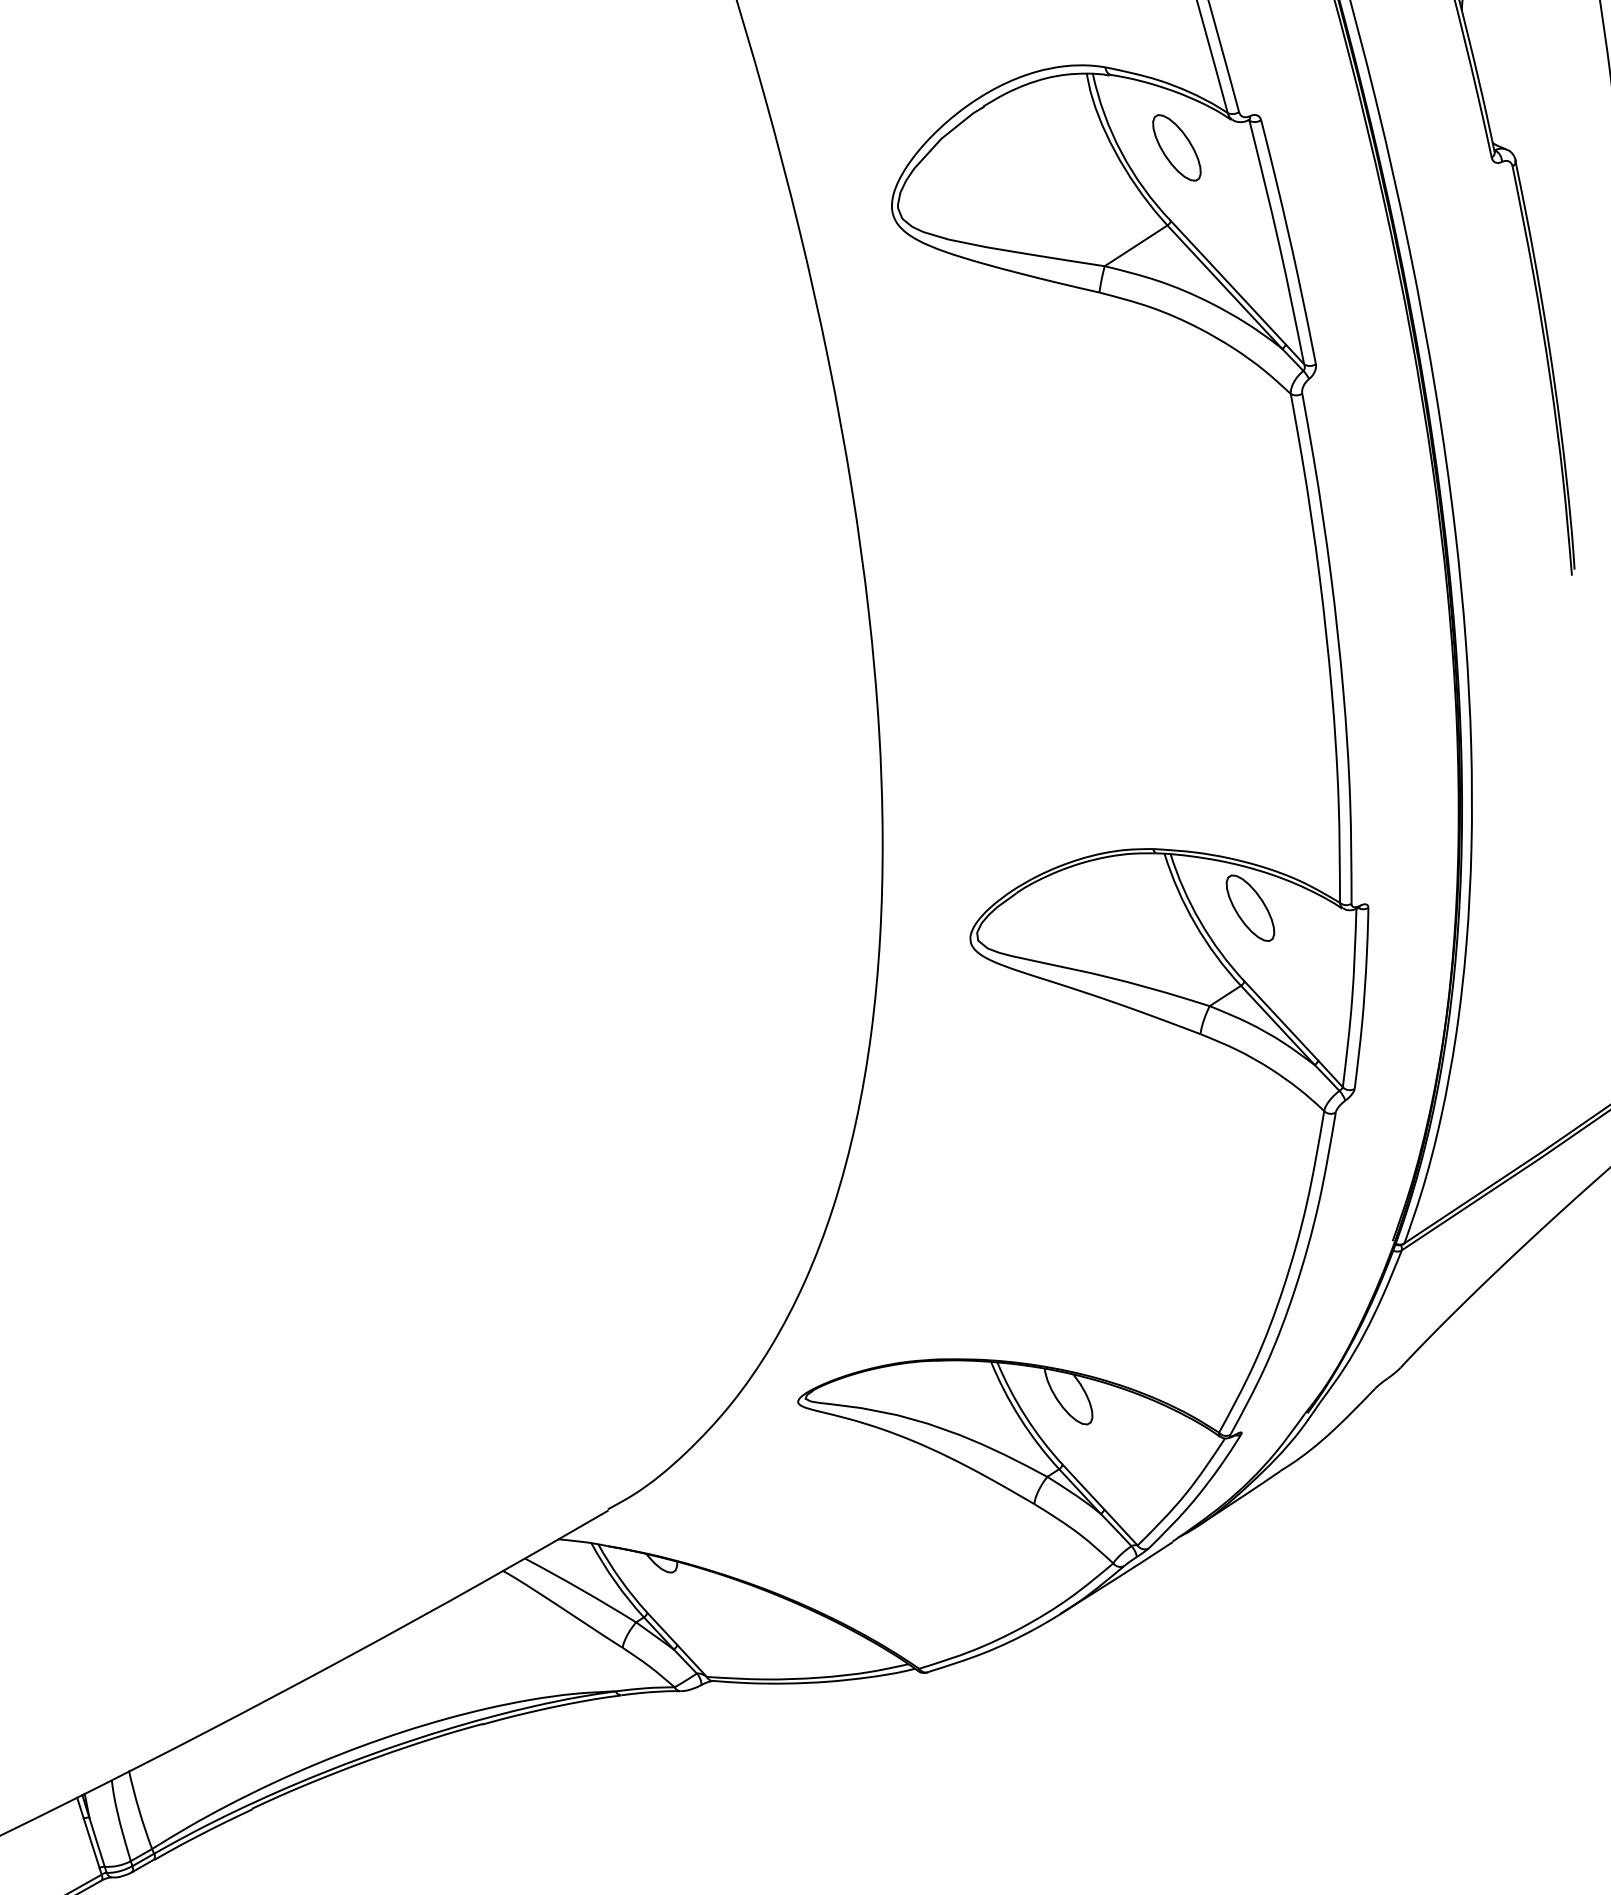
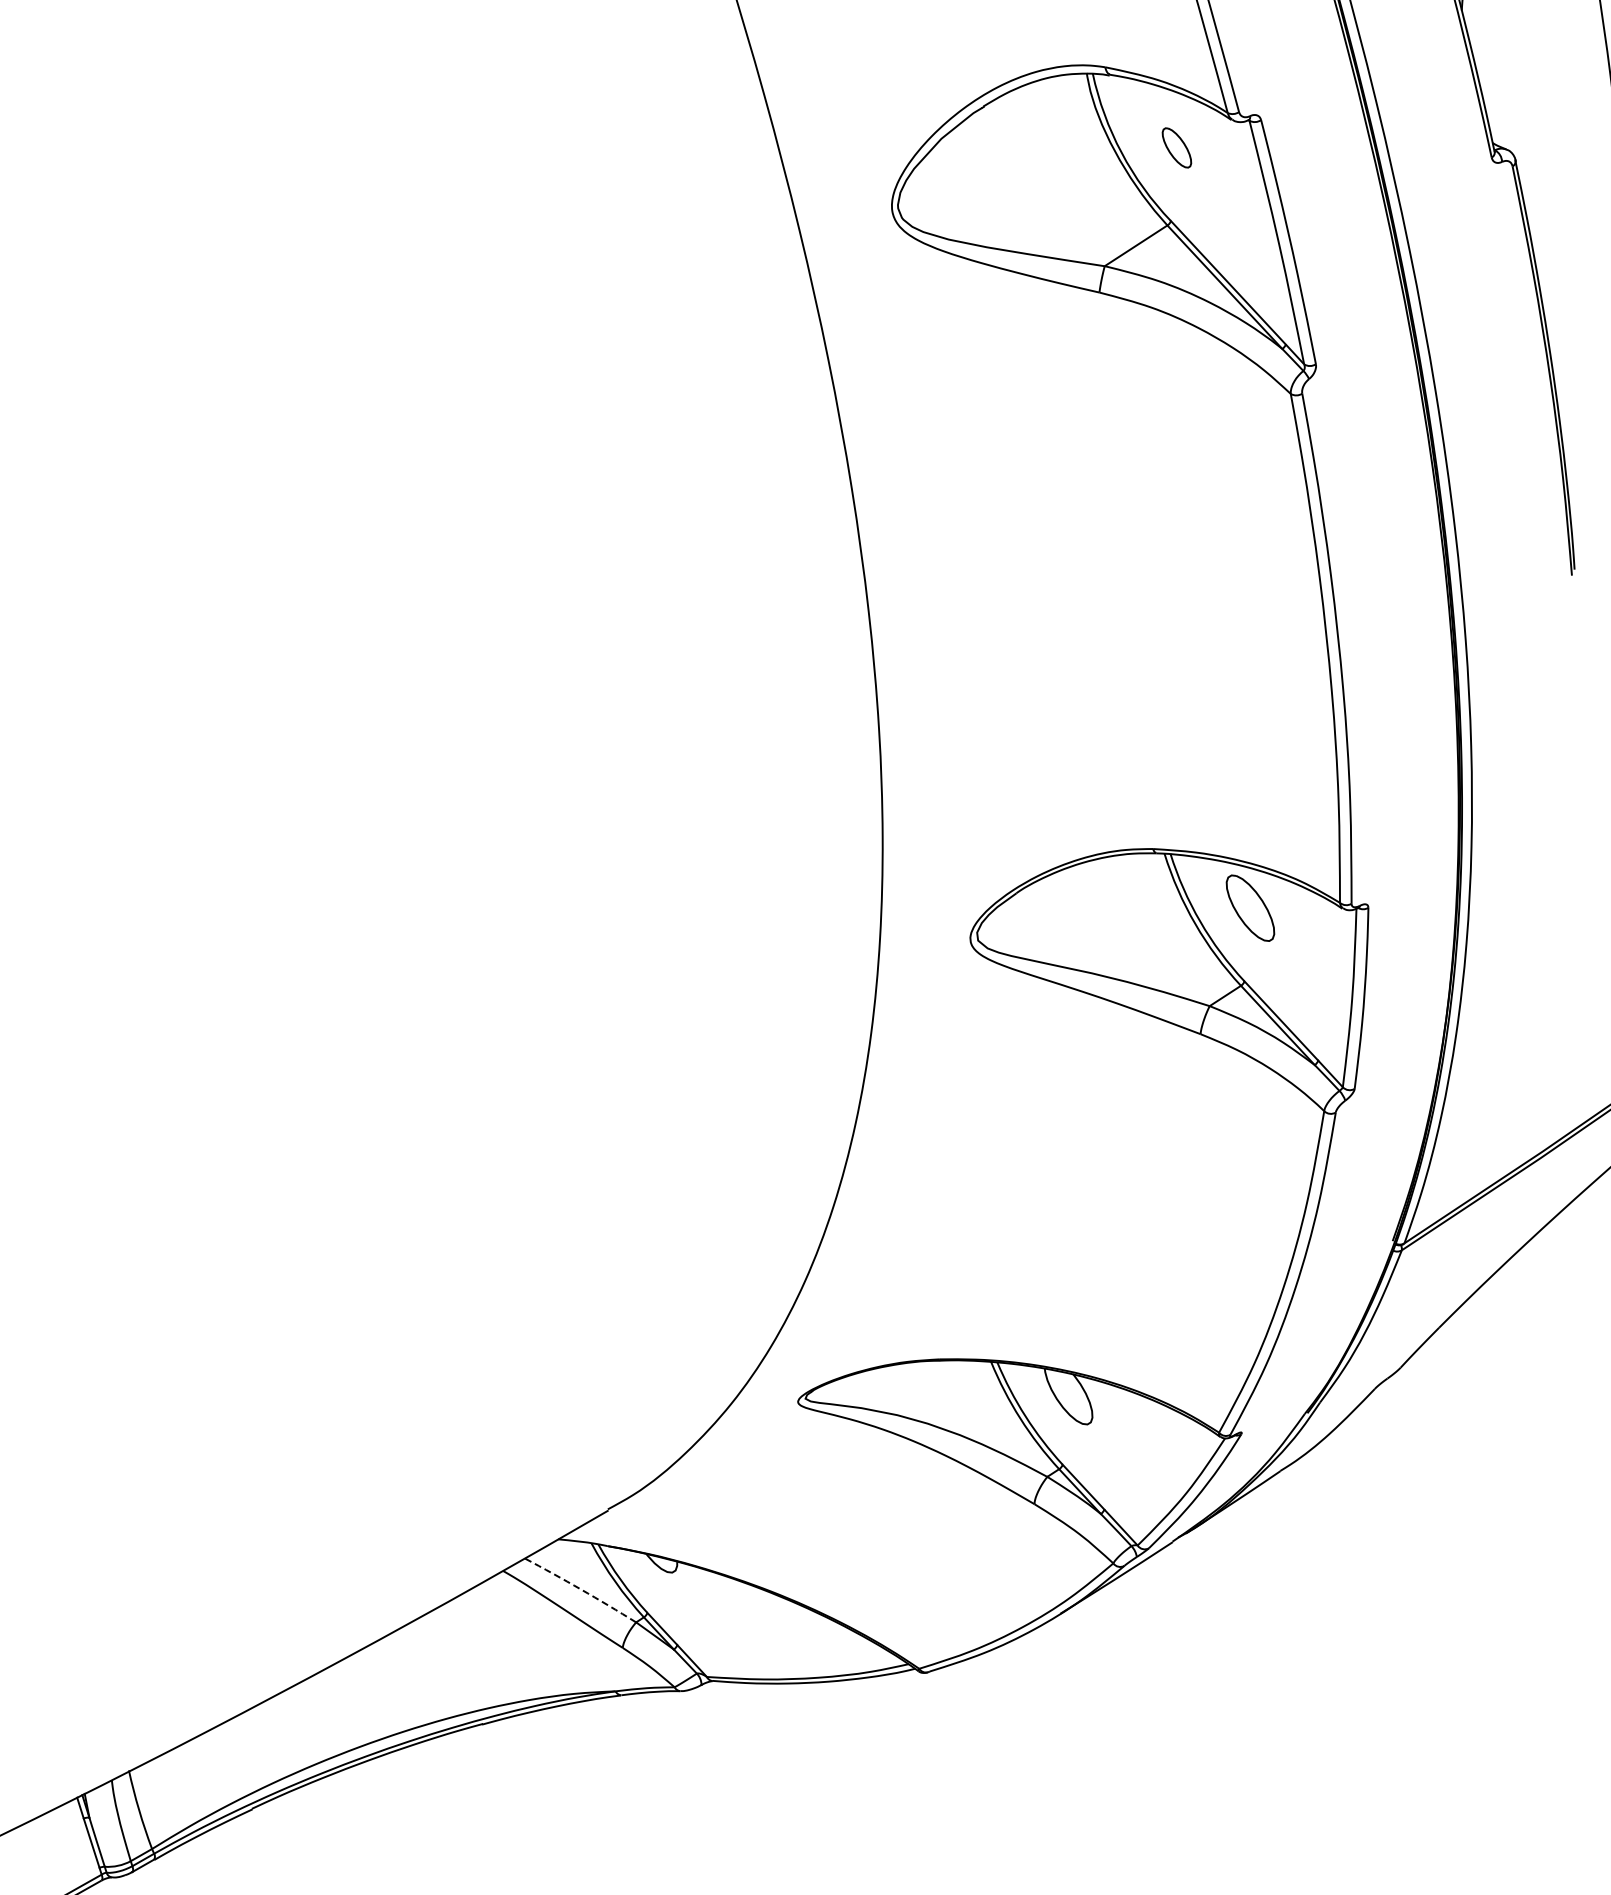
part at (1176, 147) size: 50x68 px -> 32x42 px
arc at (581, 1589): solid -> dashed
